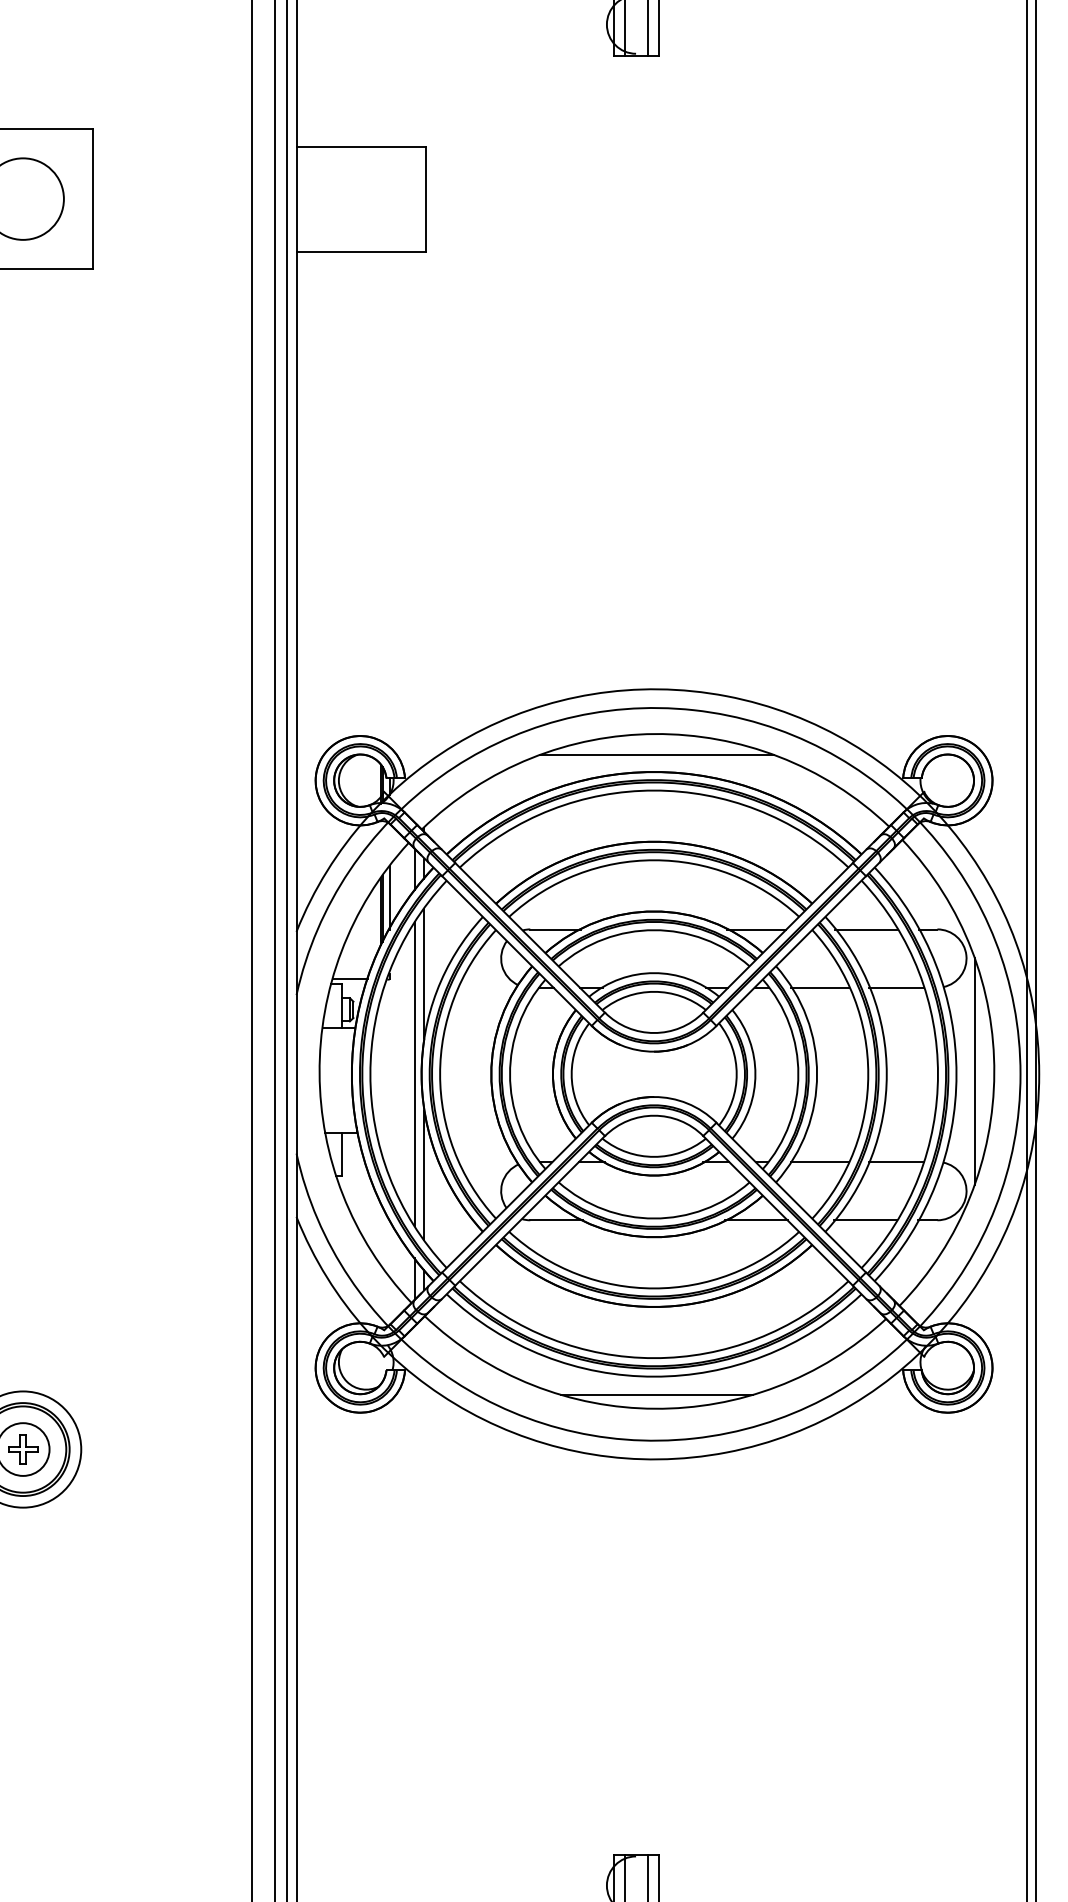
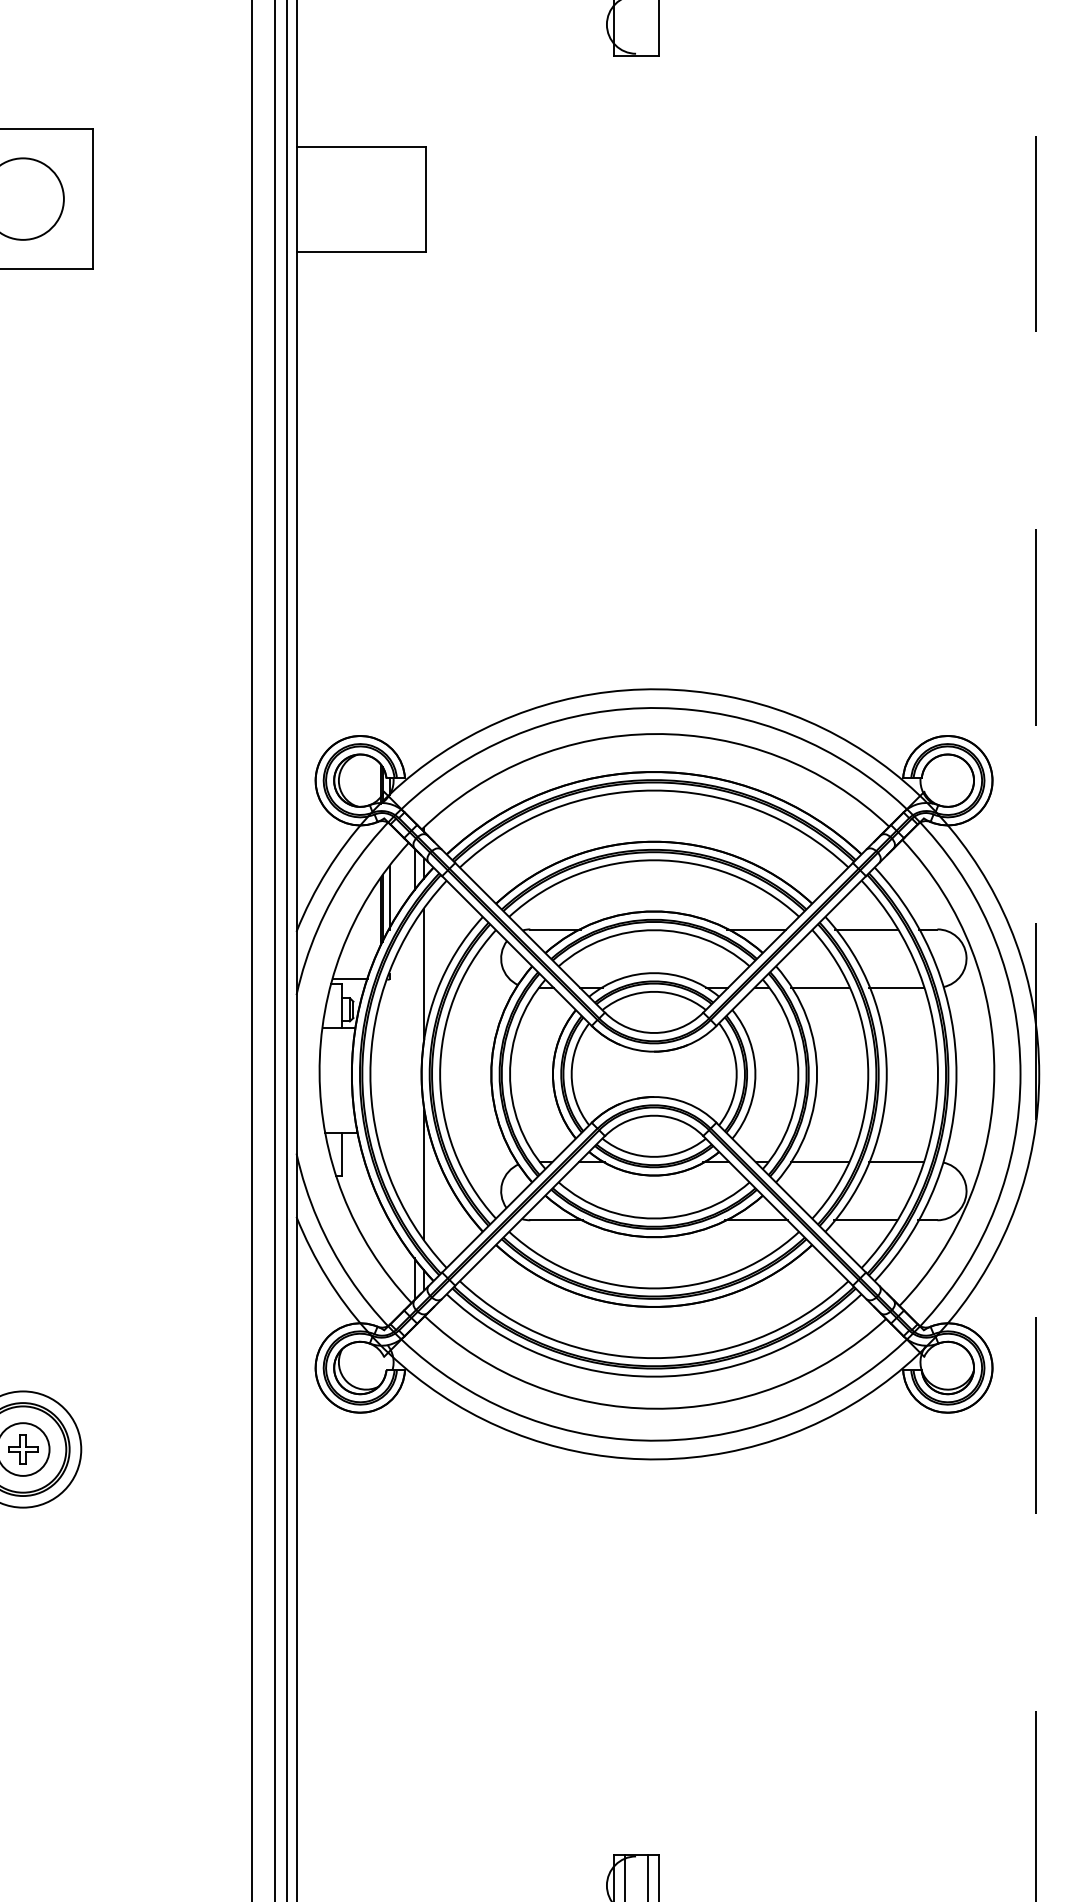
line at (625, 28): present -> none
line at (647, 28): present -> none
line at (656, 755): present -> none
line at (1026, 950): present -> none
line at (1036, 951): solid -> dashed
line at (974, 1071): present -> none
line at (415, 1074): present -> none
line at (656, 1394): present -> none
